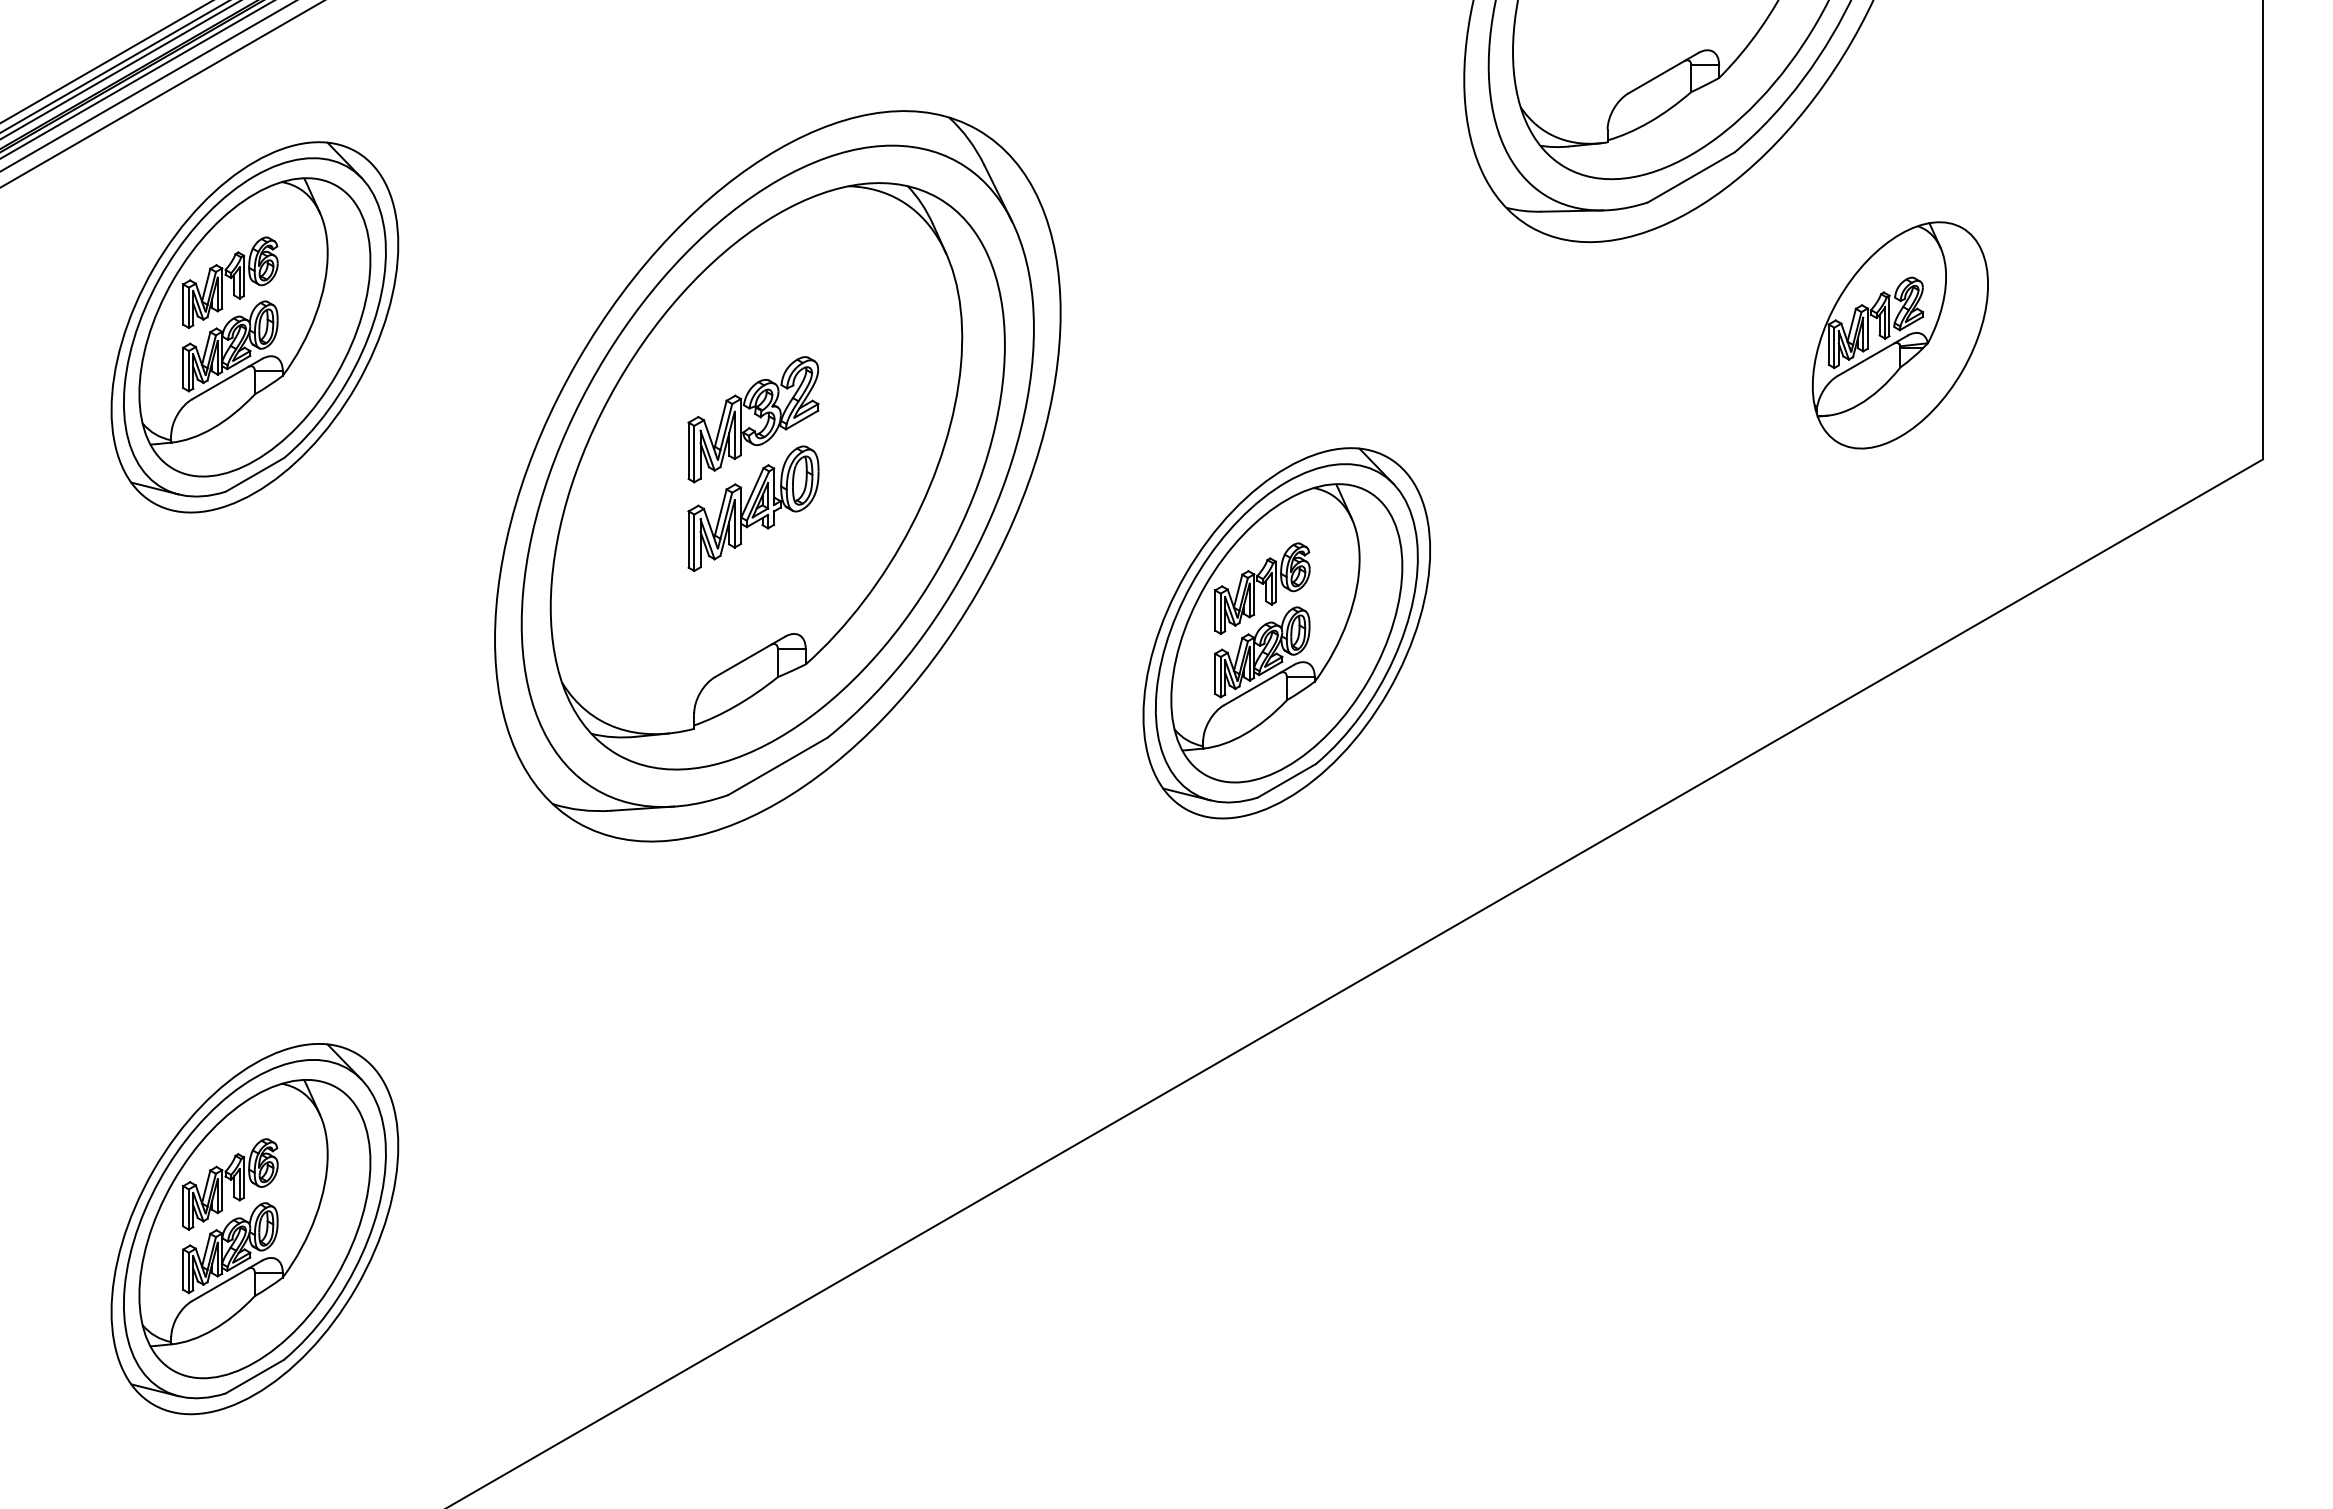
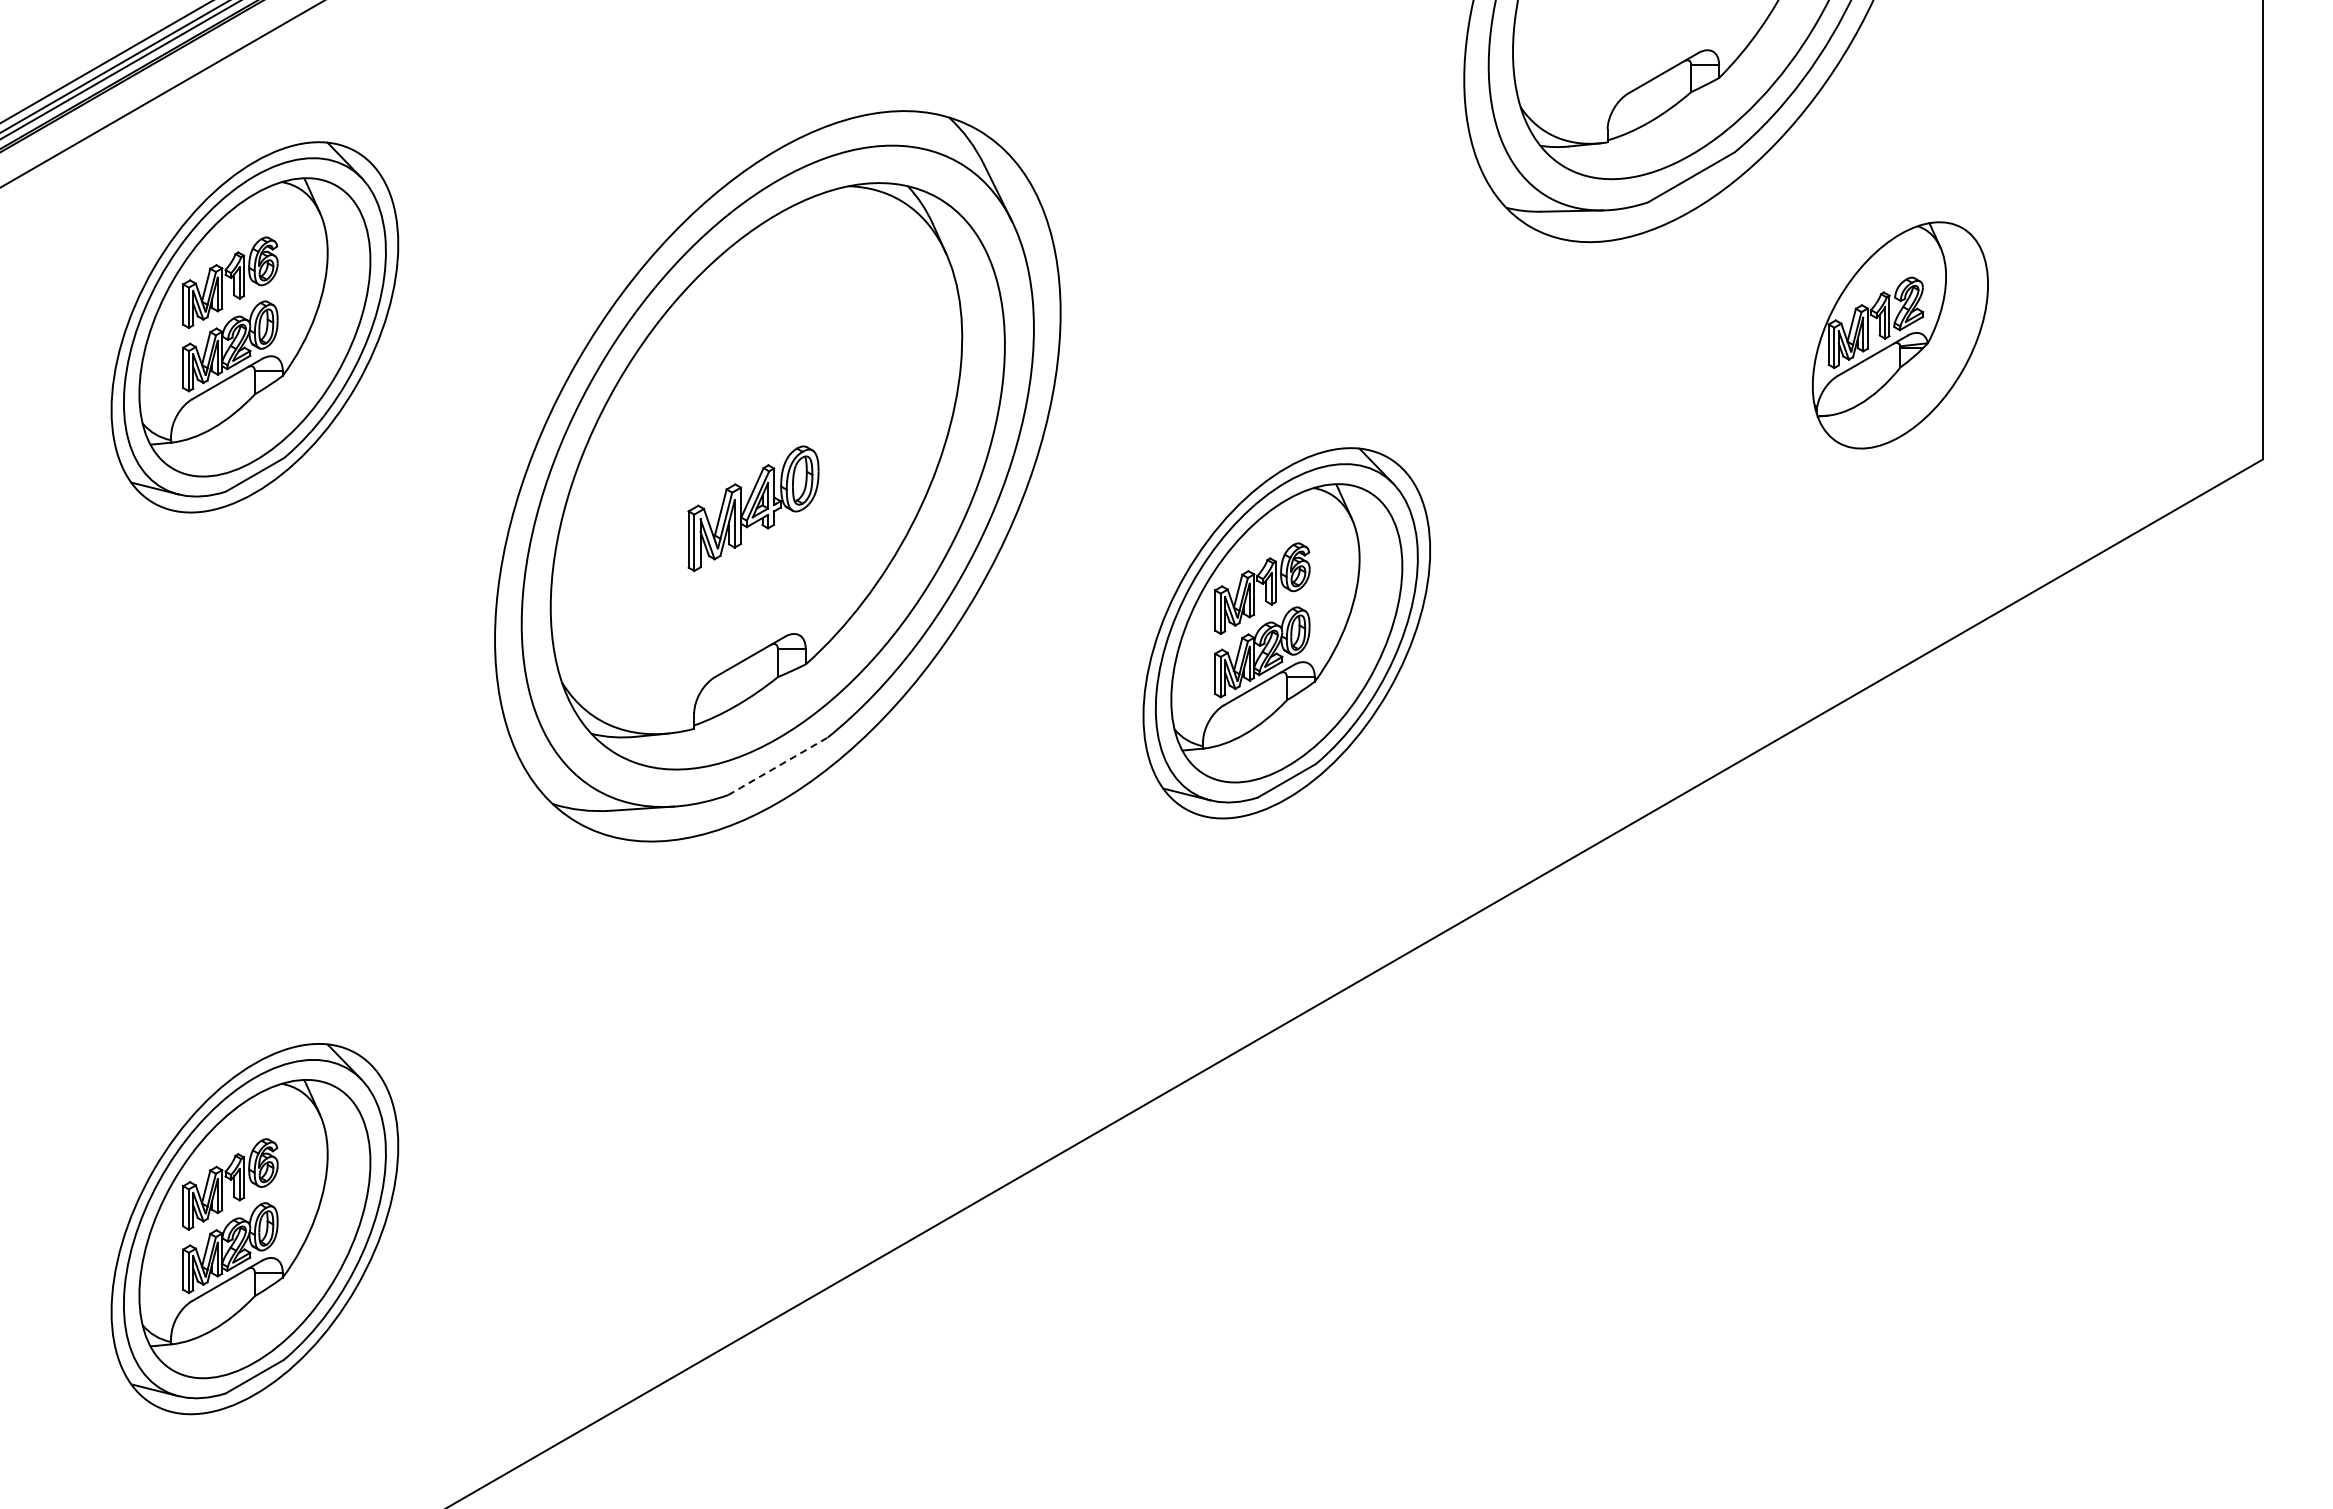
line at (136, 79): present -> none
line at (147, 86): present -> none
part at (753, 419): present -> none
line at (778, 766): solid -> dashed
